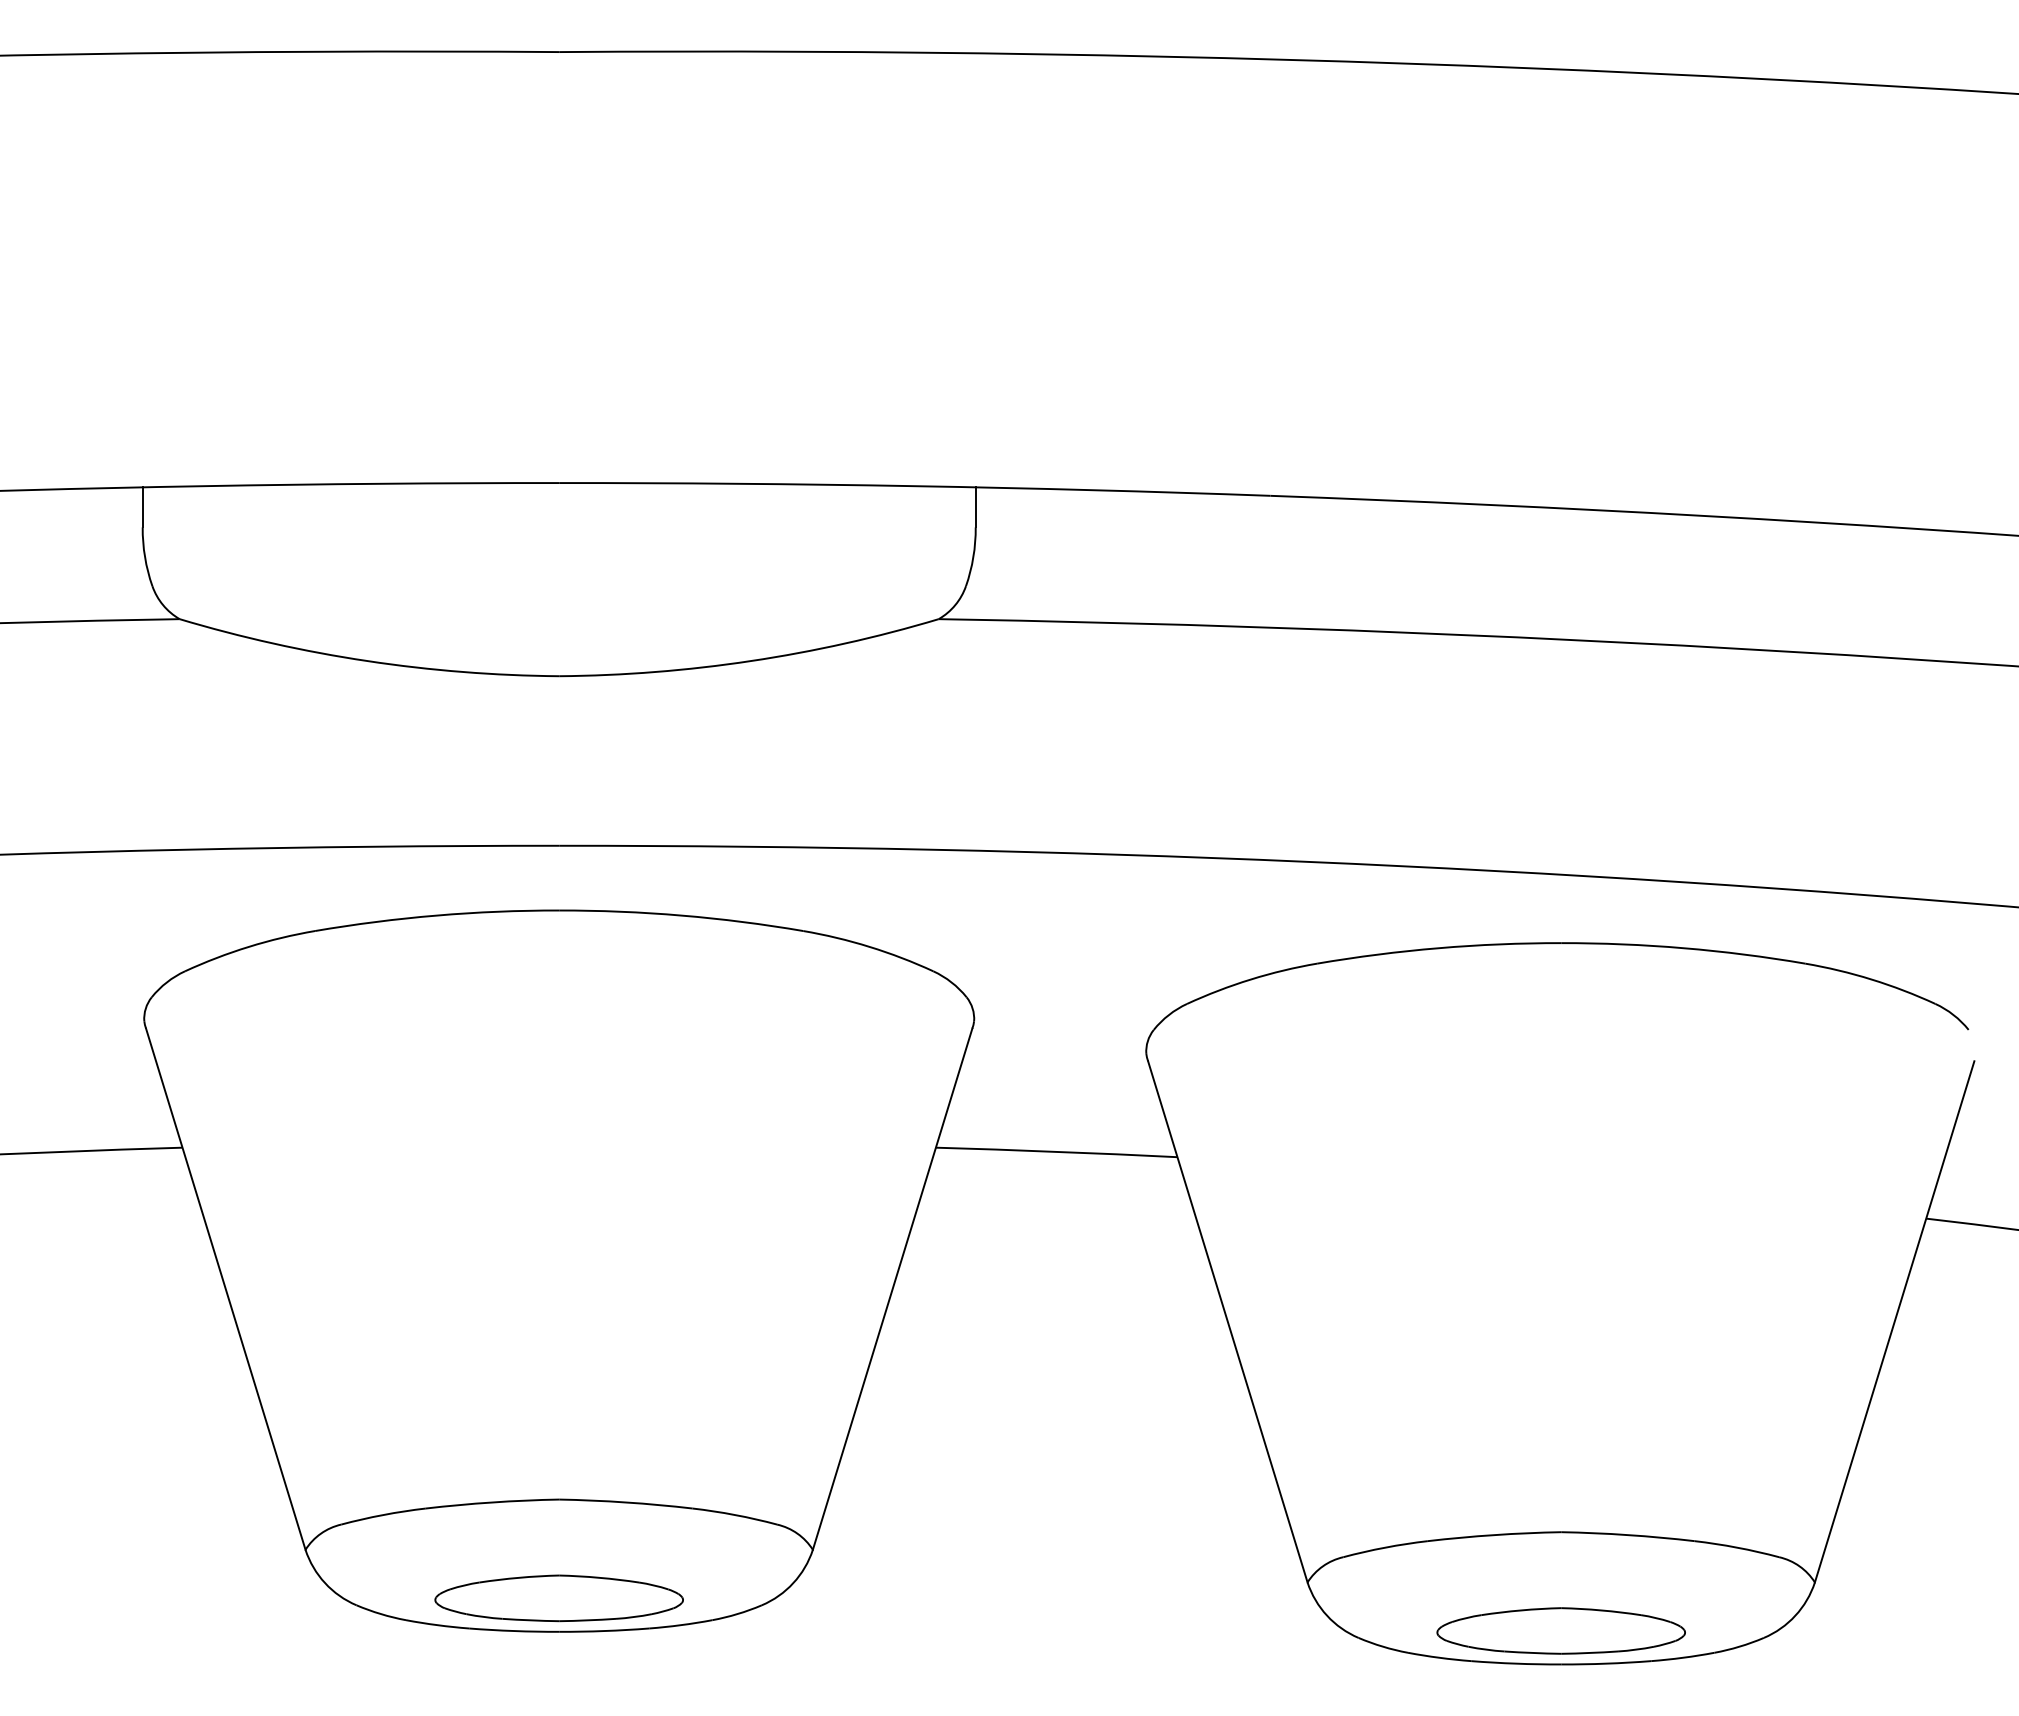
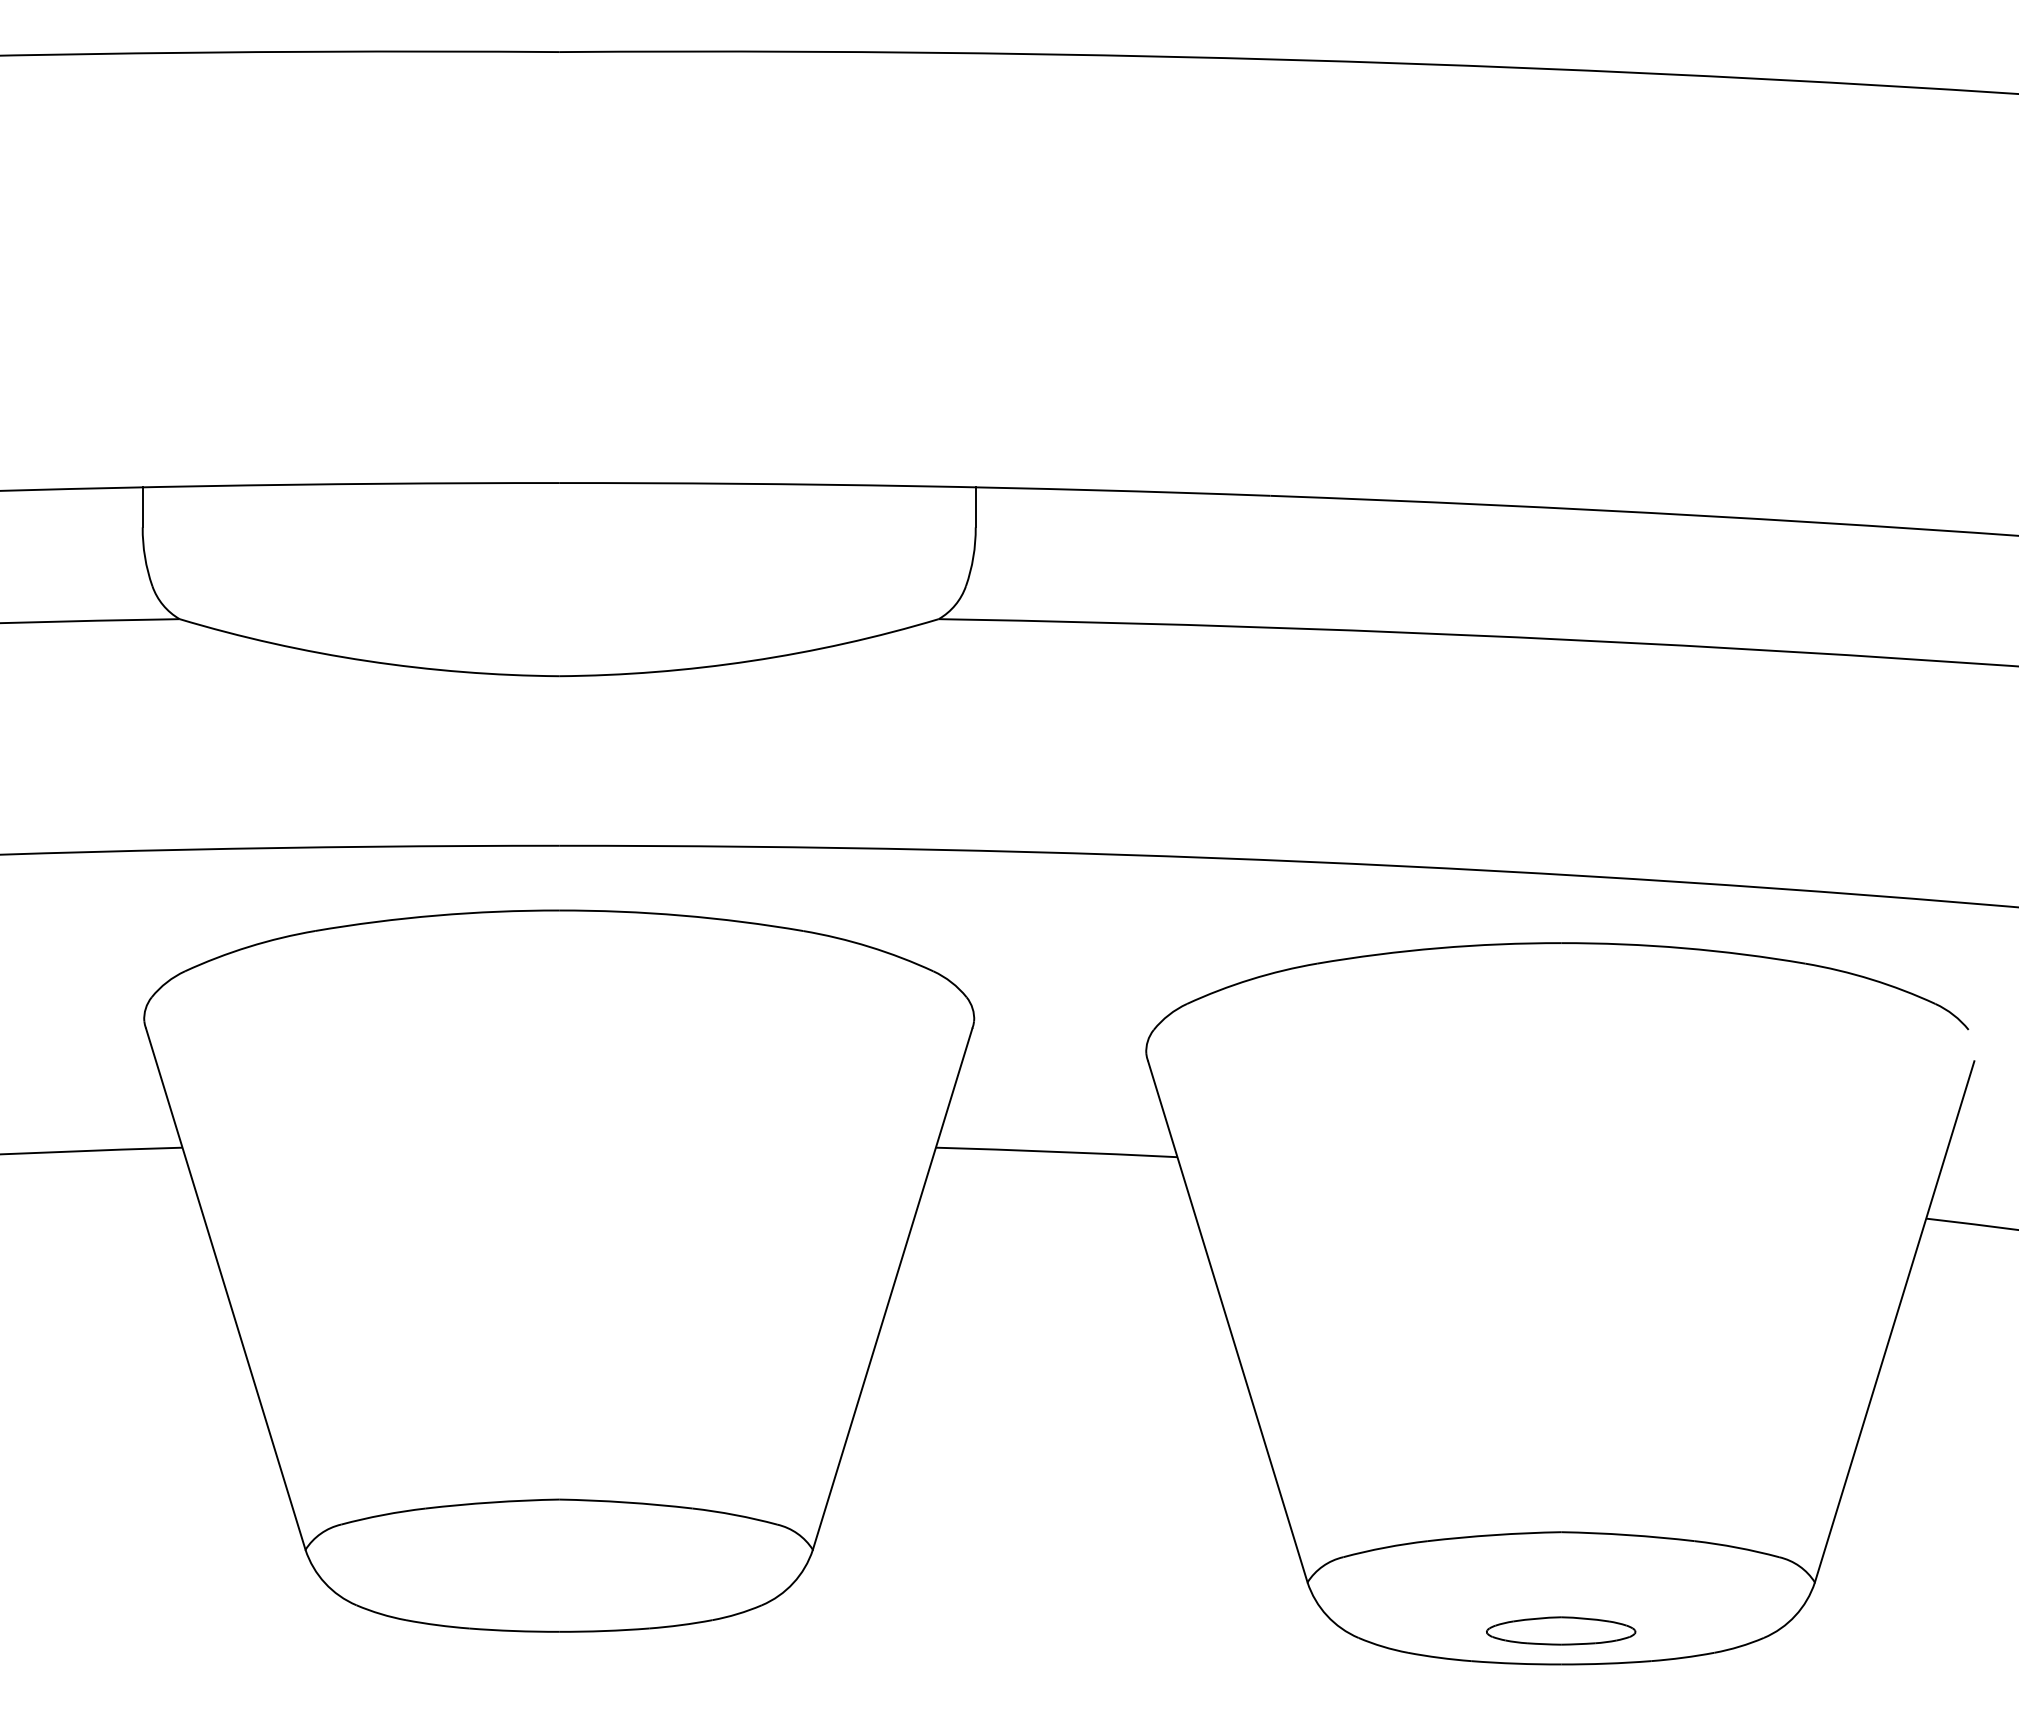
part at (558, 1598): present -> none
part at (1560, 1630) size: 250x48 px -> 151x30 px
